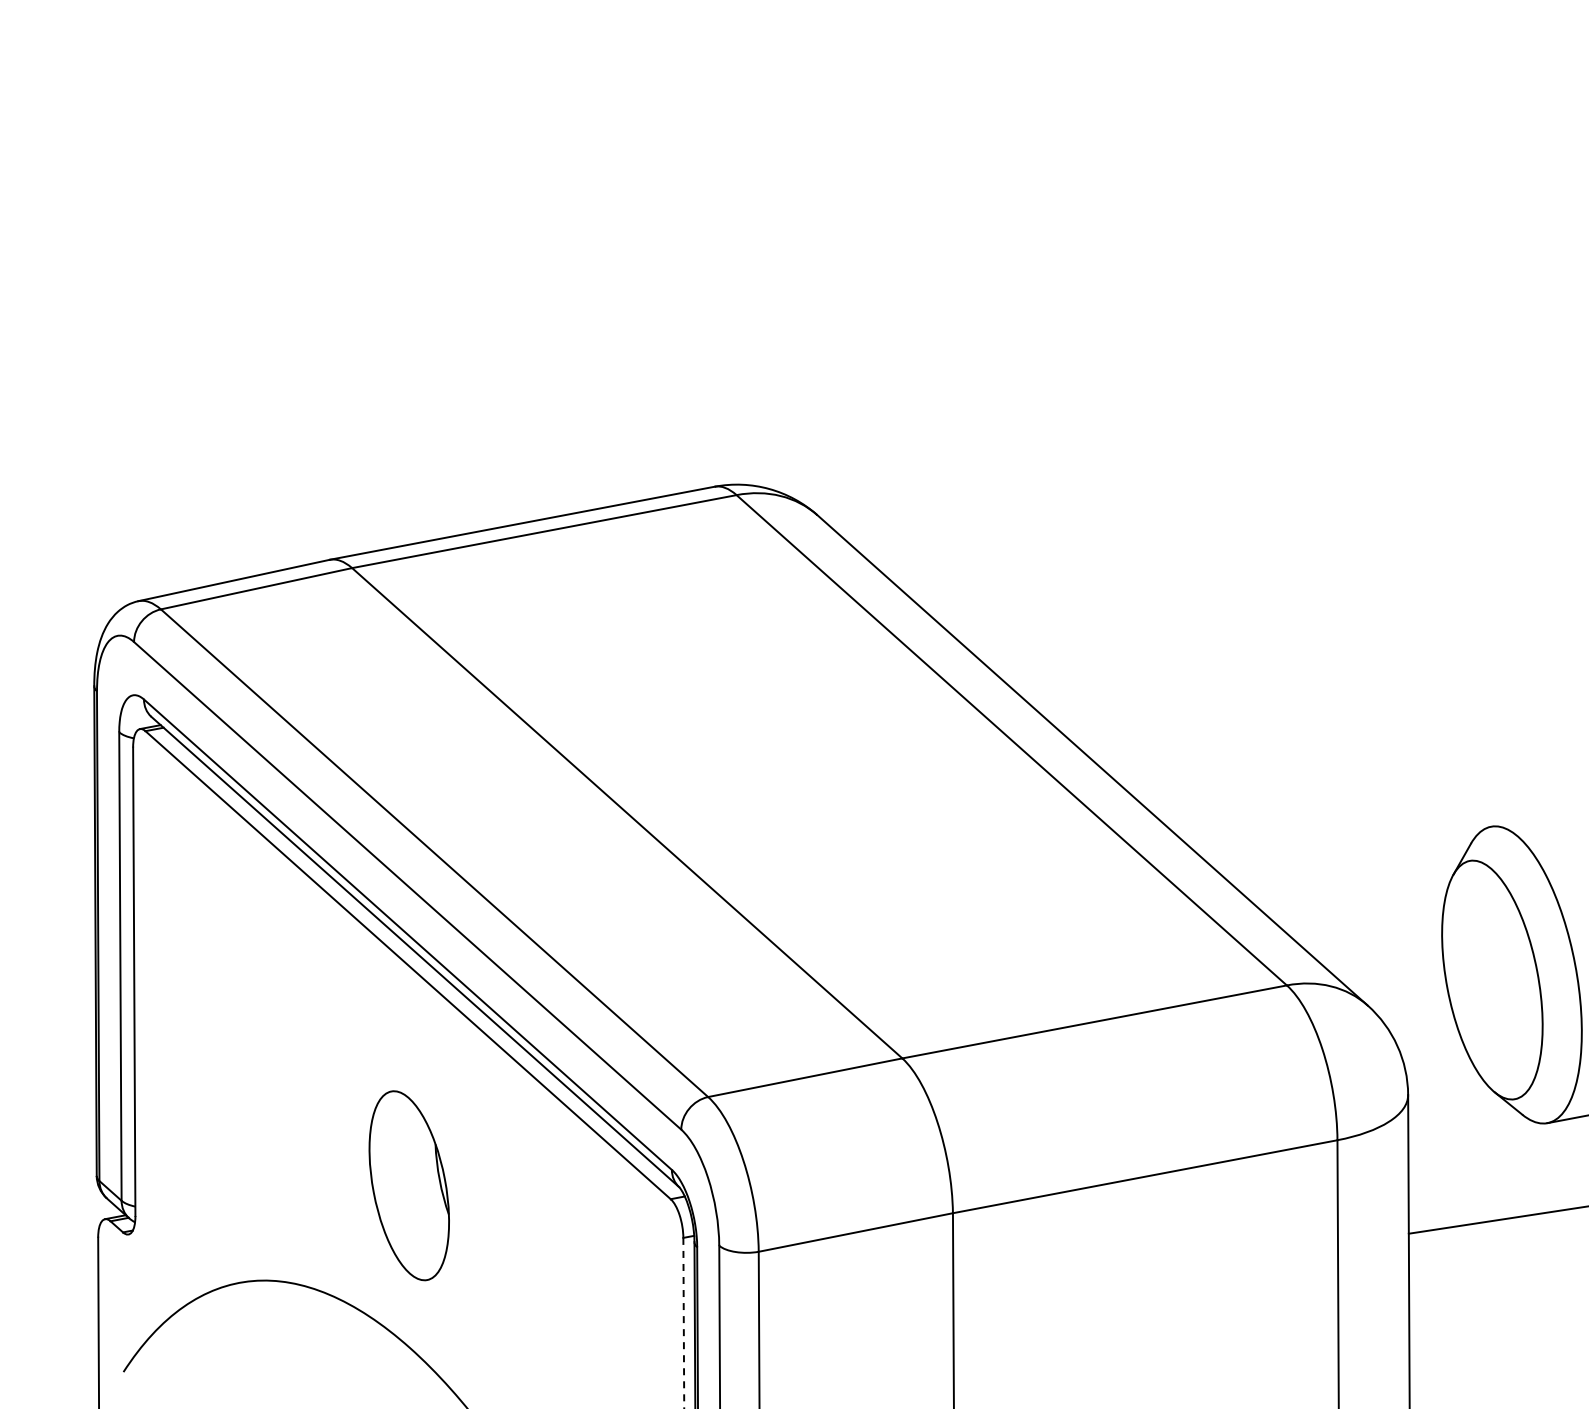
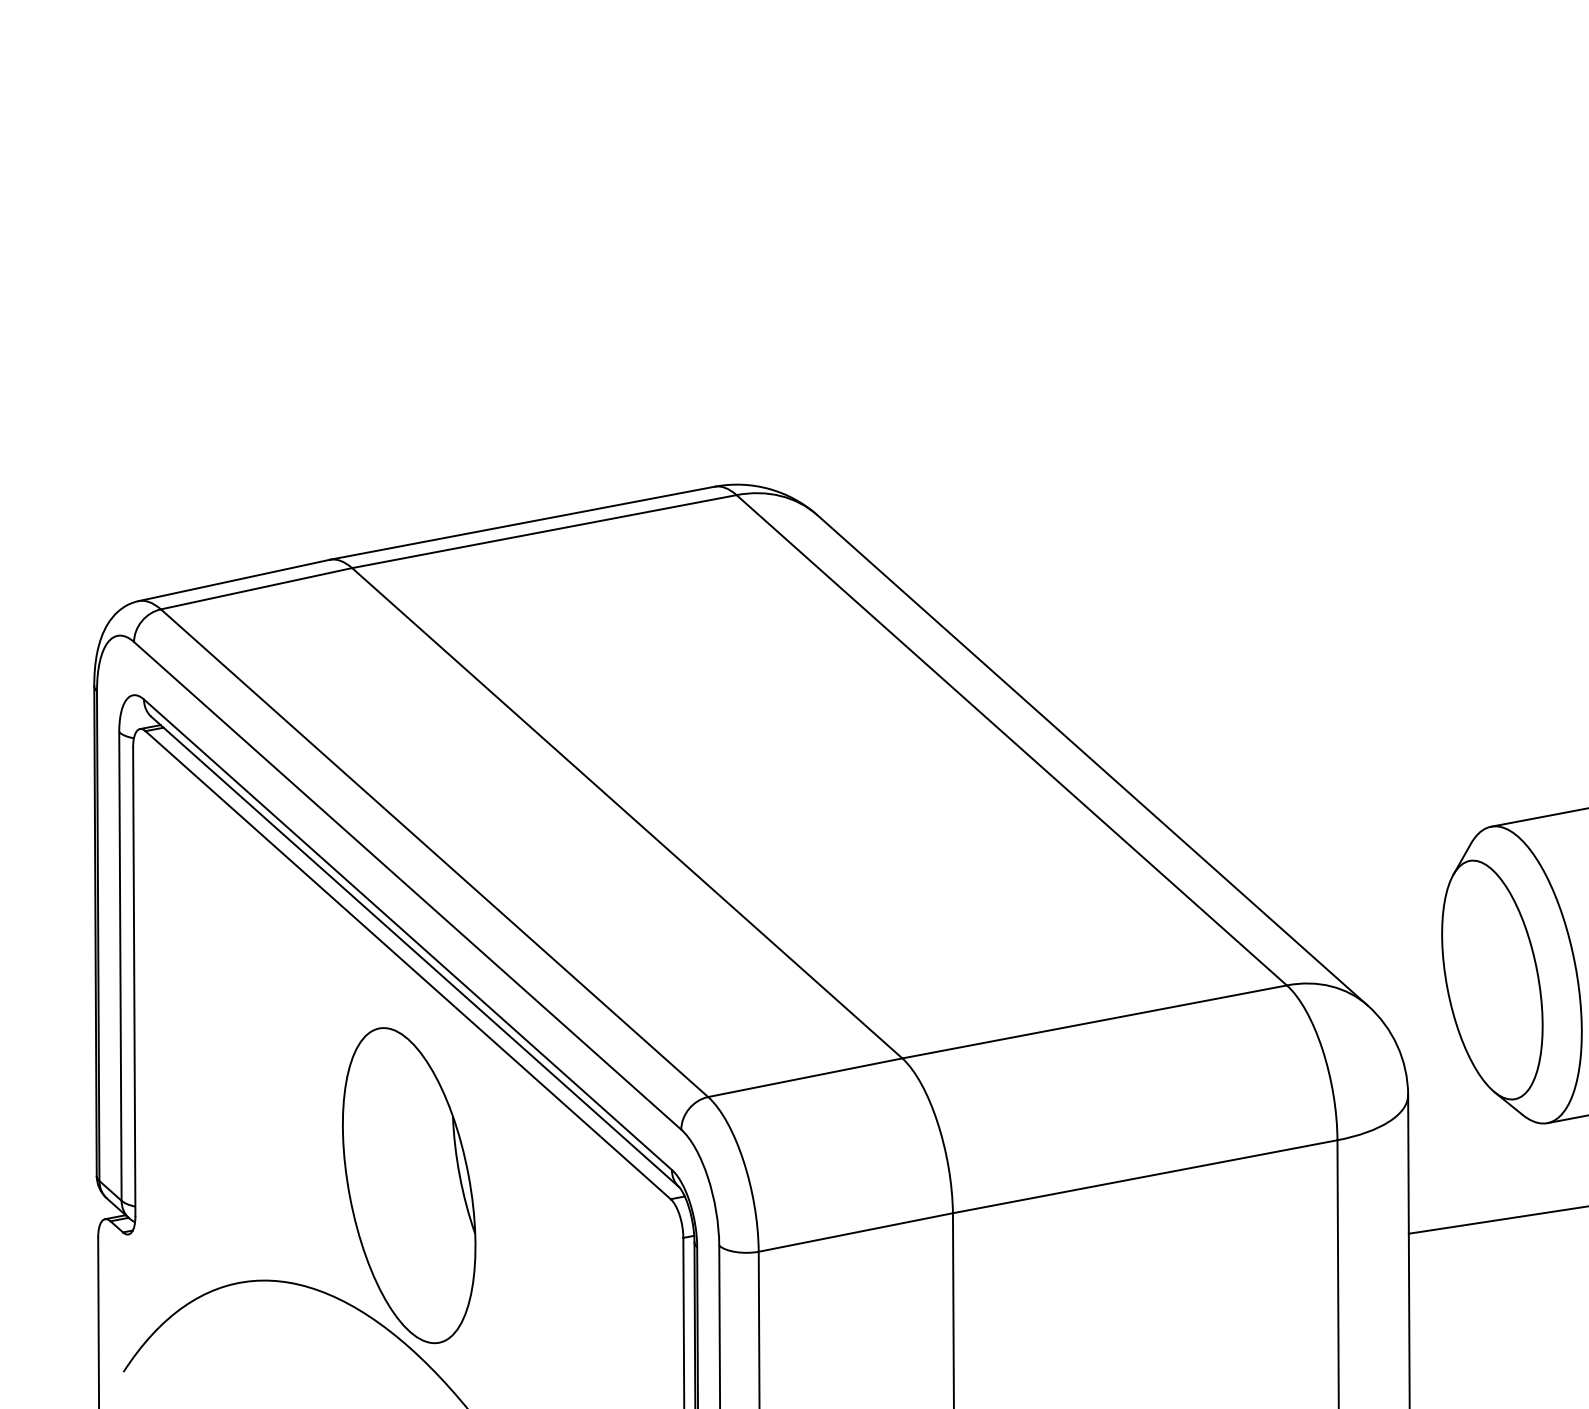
line at (1538, 817): none -> present
part at (408, 1185) size: 82x192 px -> 135x318 px
line at (683, 1323): dashed -> solid
